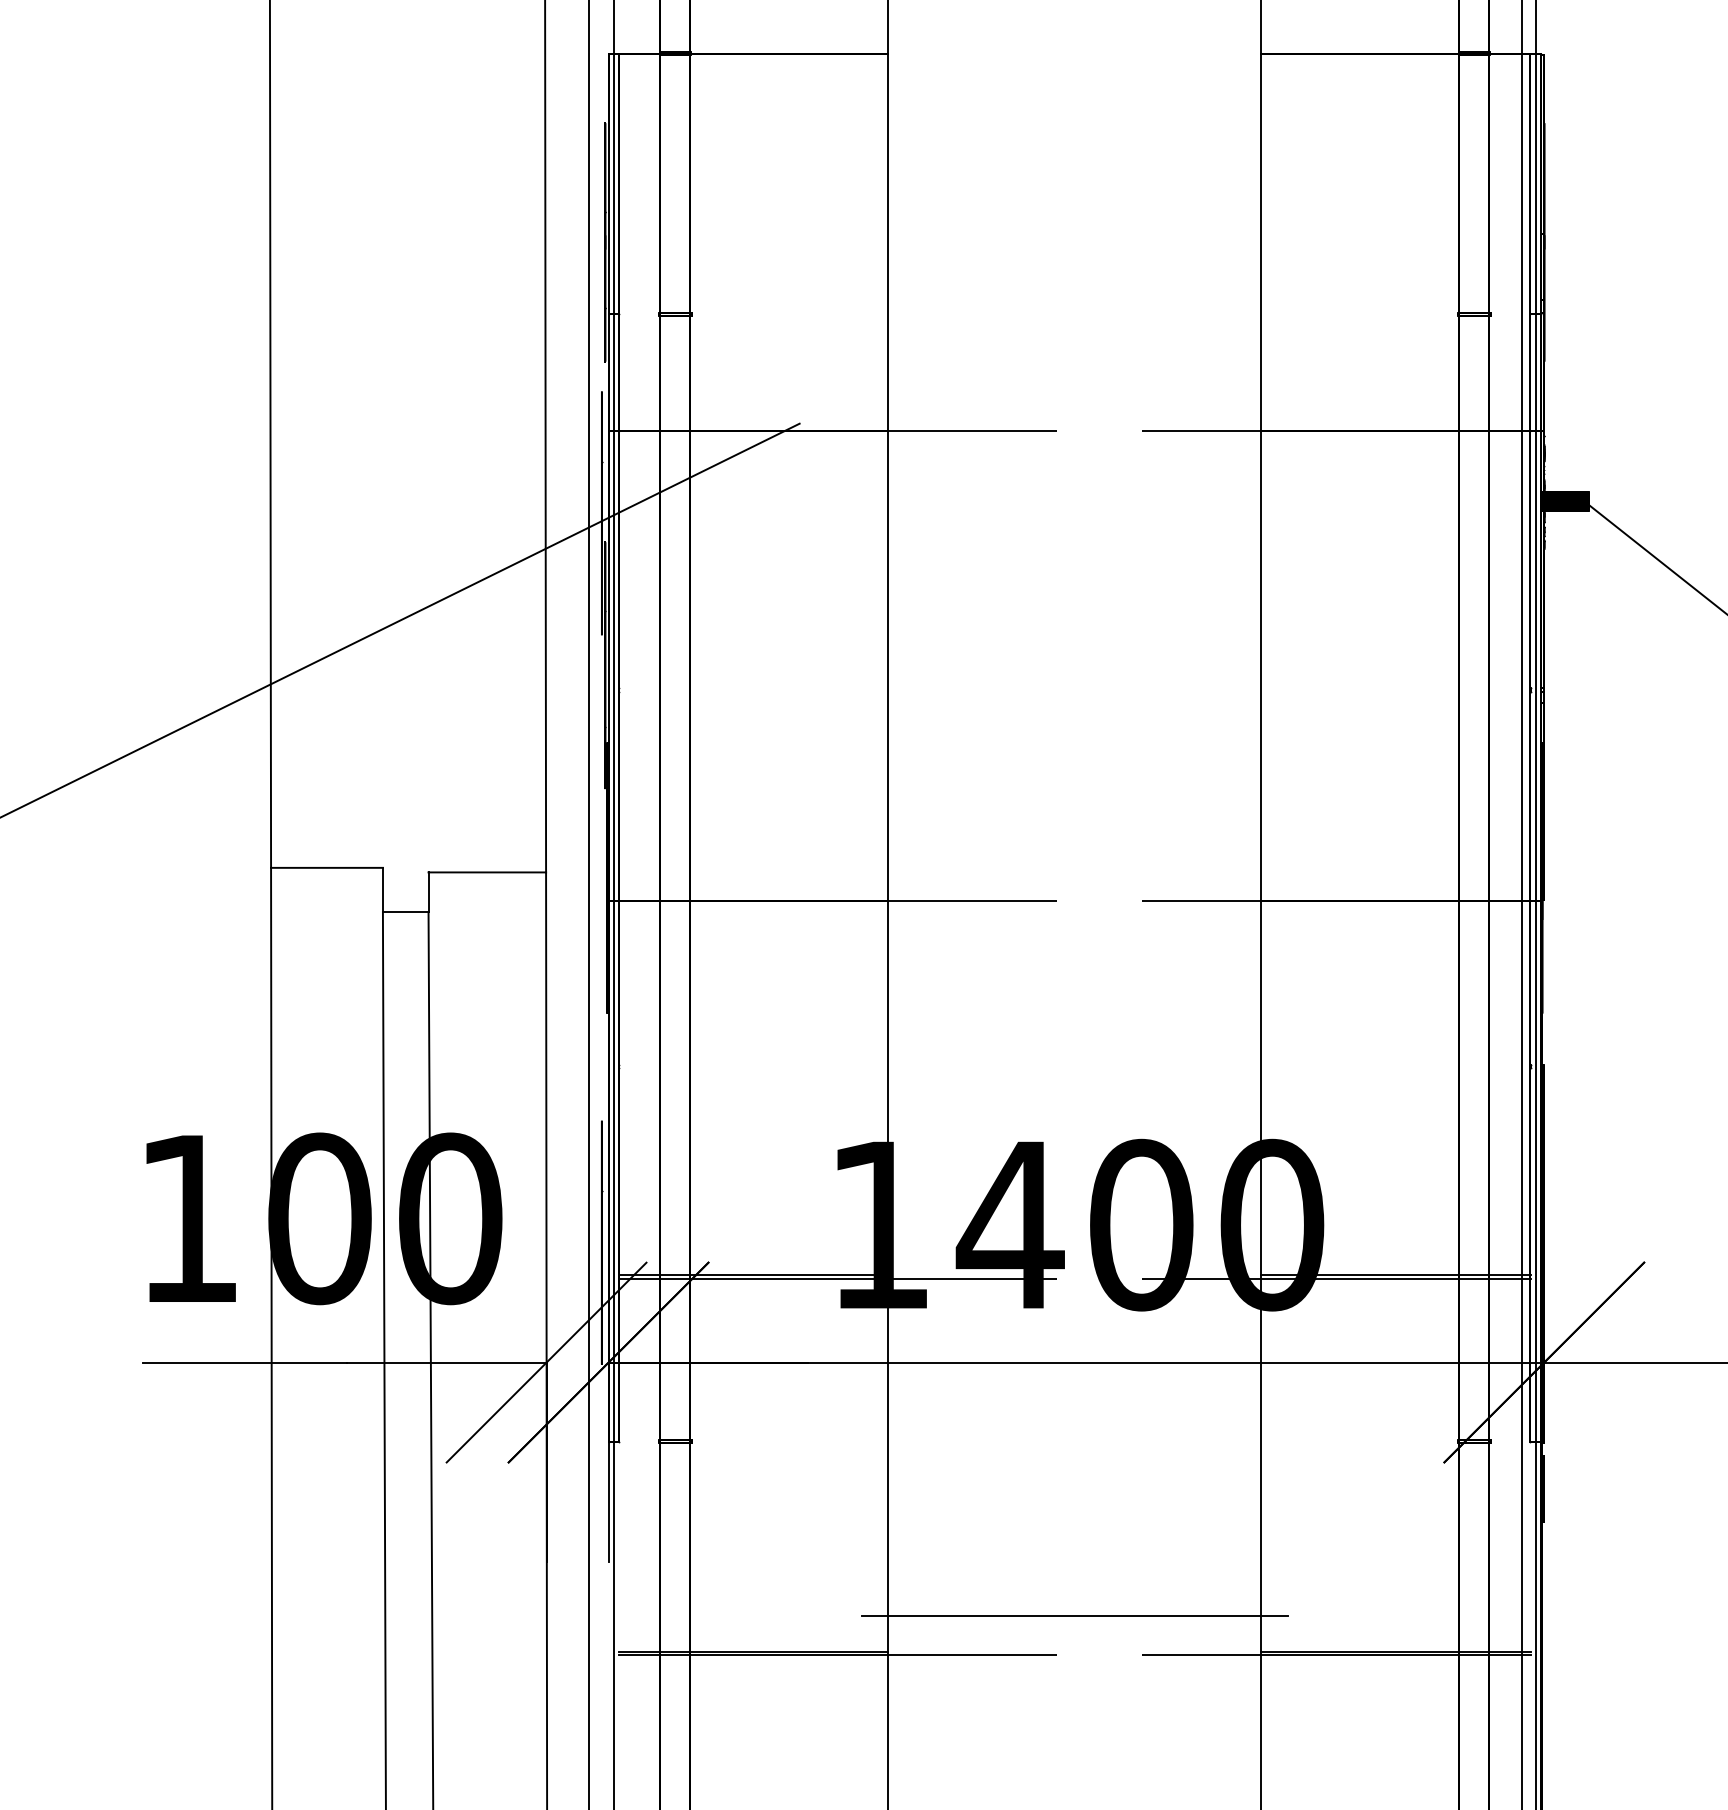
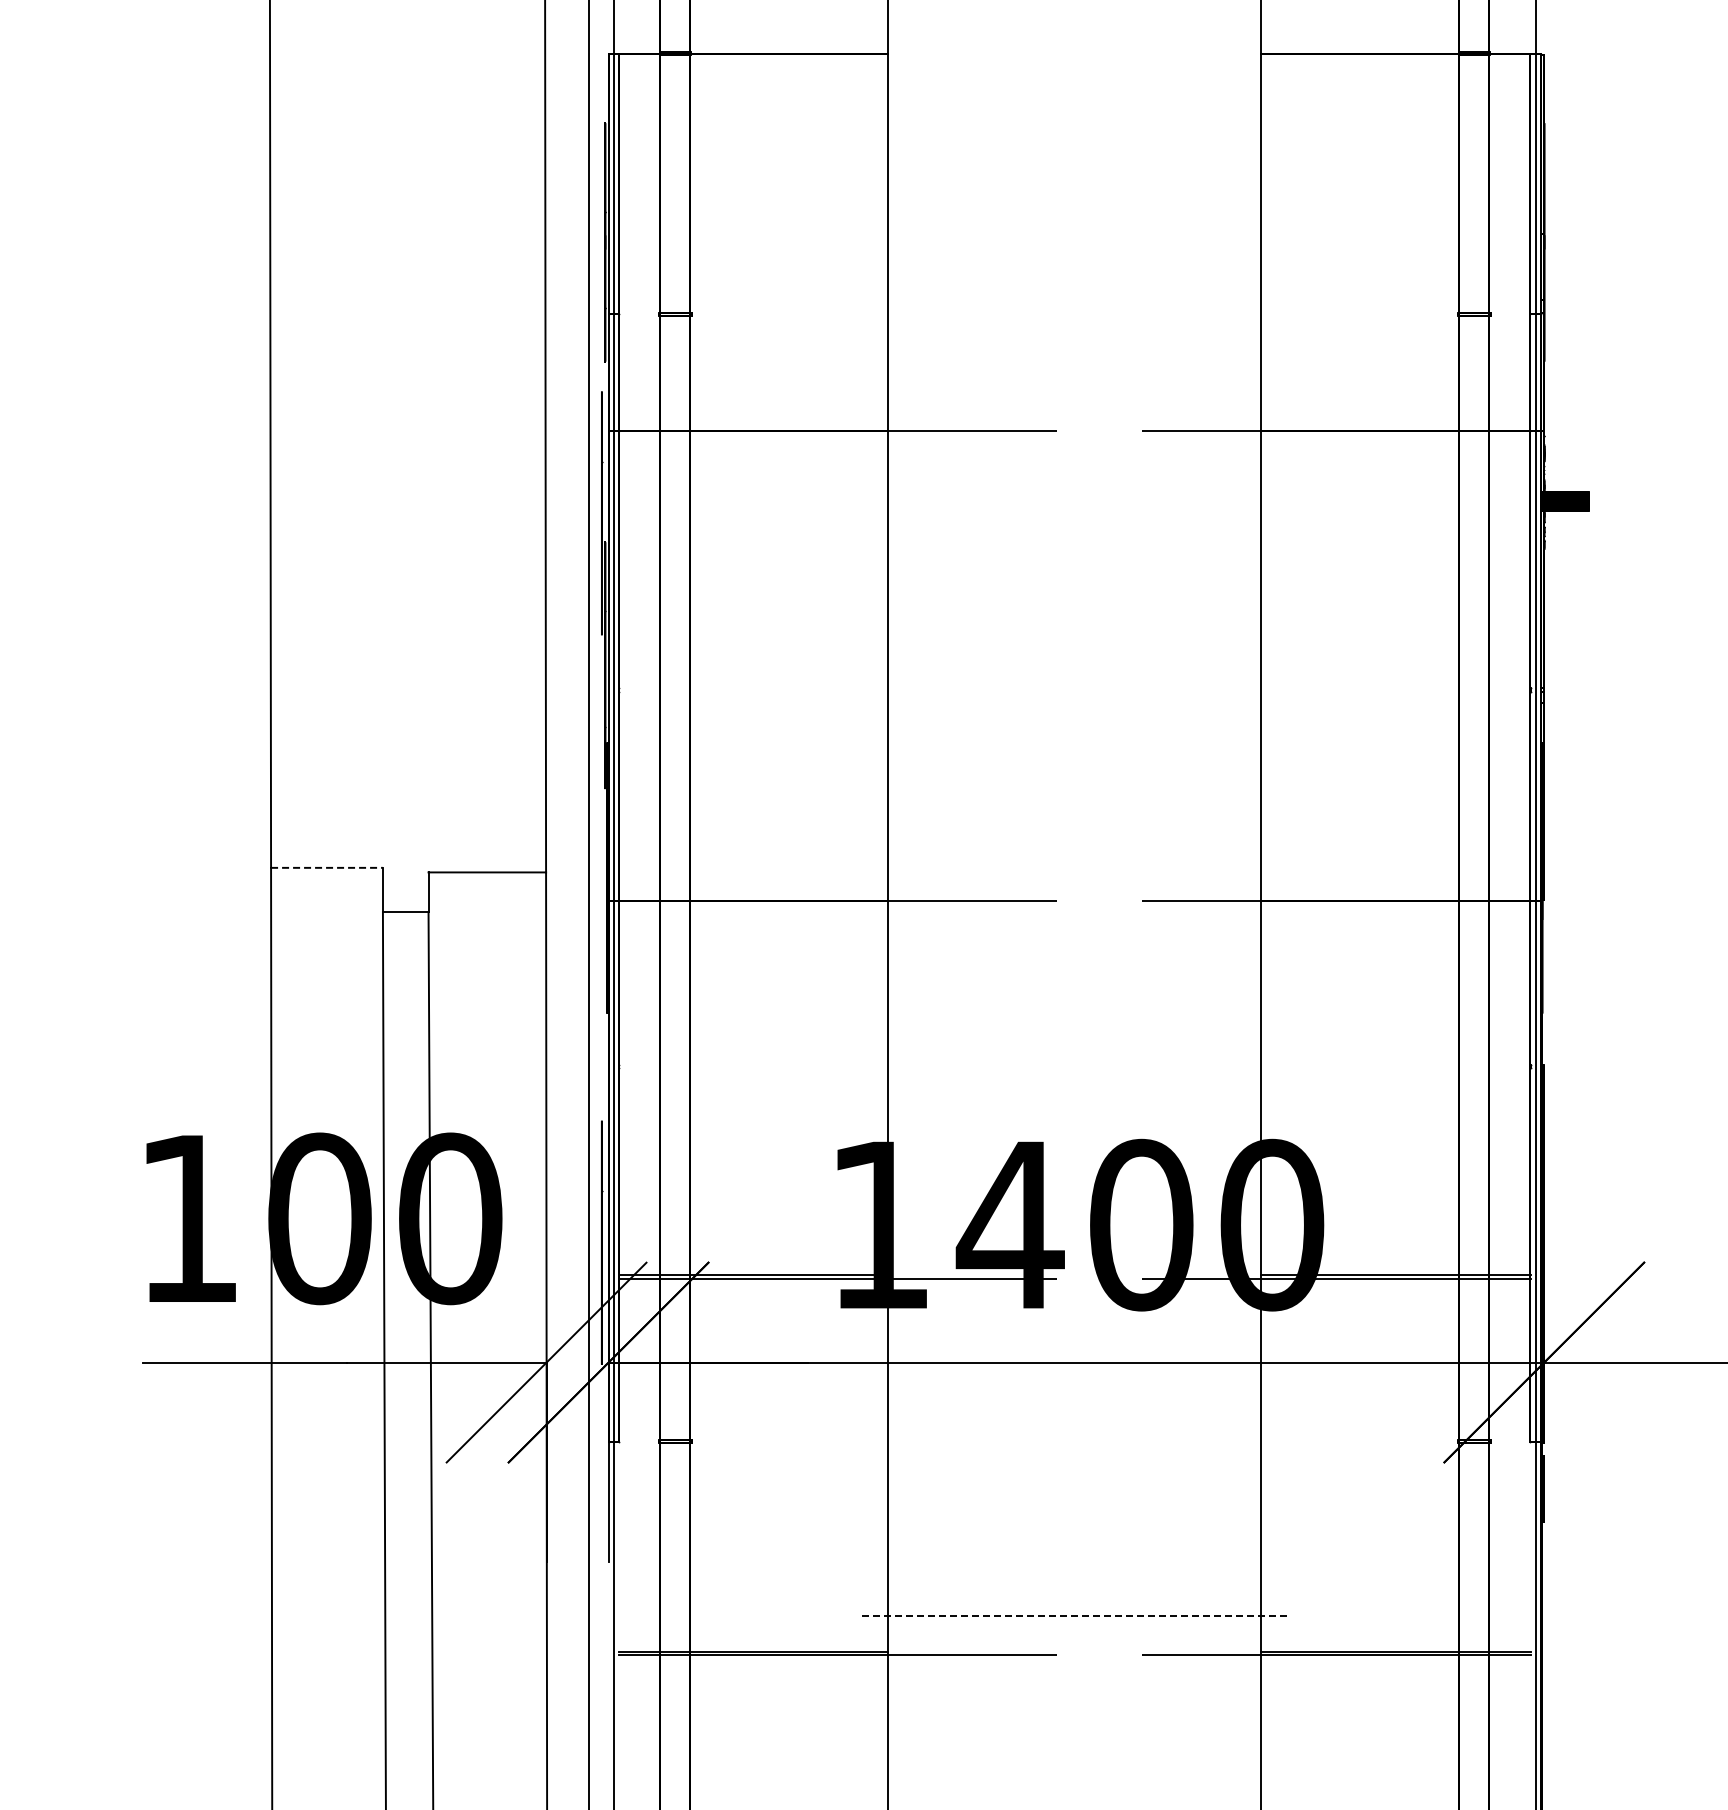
line at (1656, 558): present -> none
line at (400, 619): present -> none
line at (327, 867): solid -> dashed
line at (1521, 904): present -> none
line at (1075, 1616): solid -> dashed
